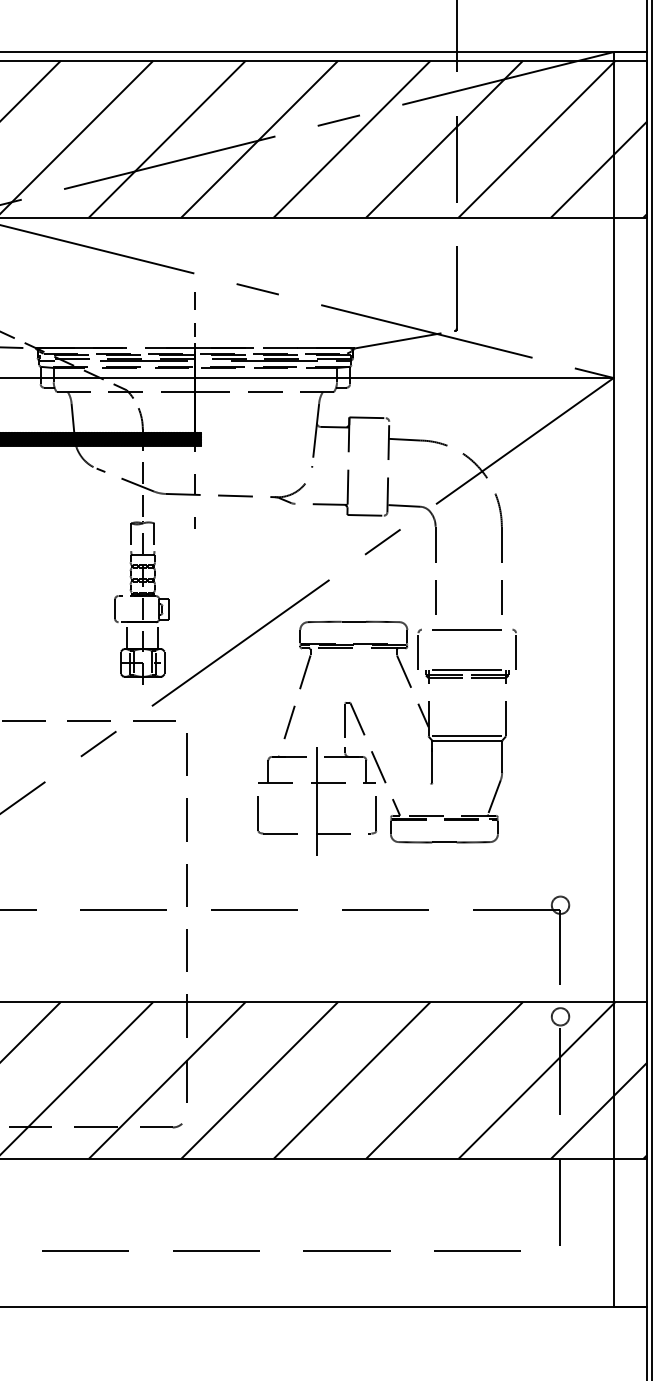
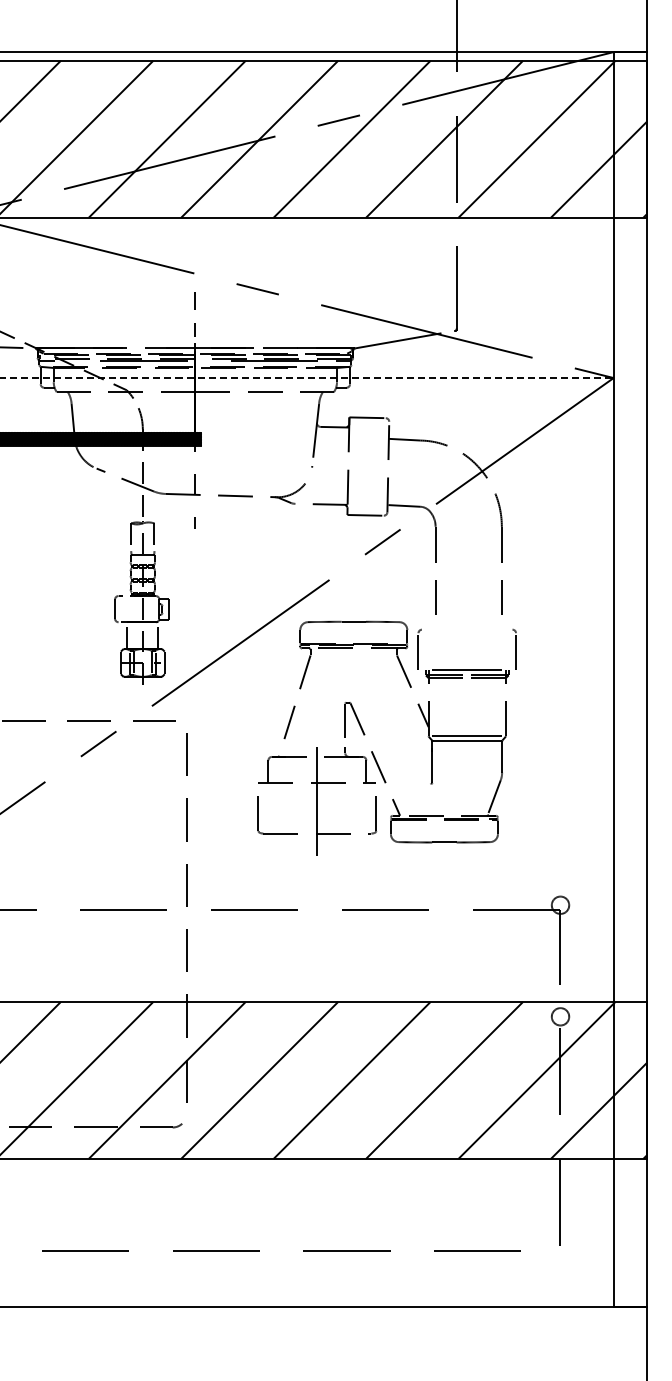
line at (306, 378): solid -> dashed
line at (466, 629): present -> none
line at (652, 689): present -> none
